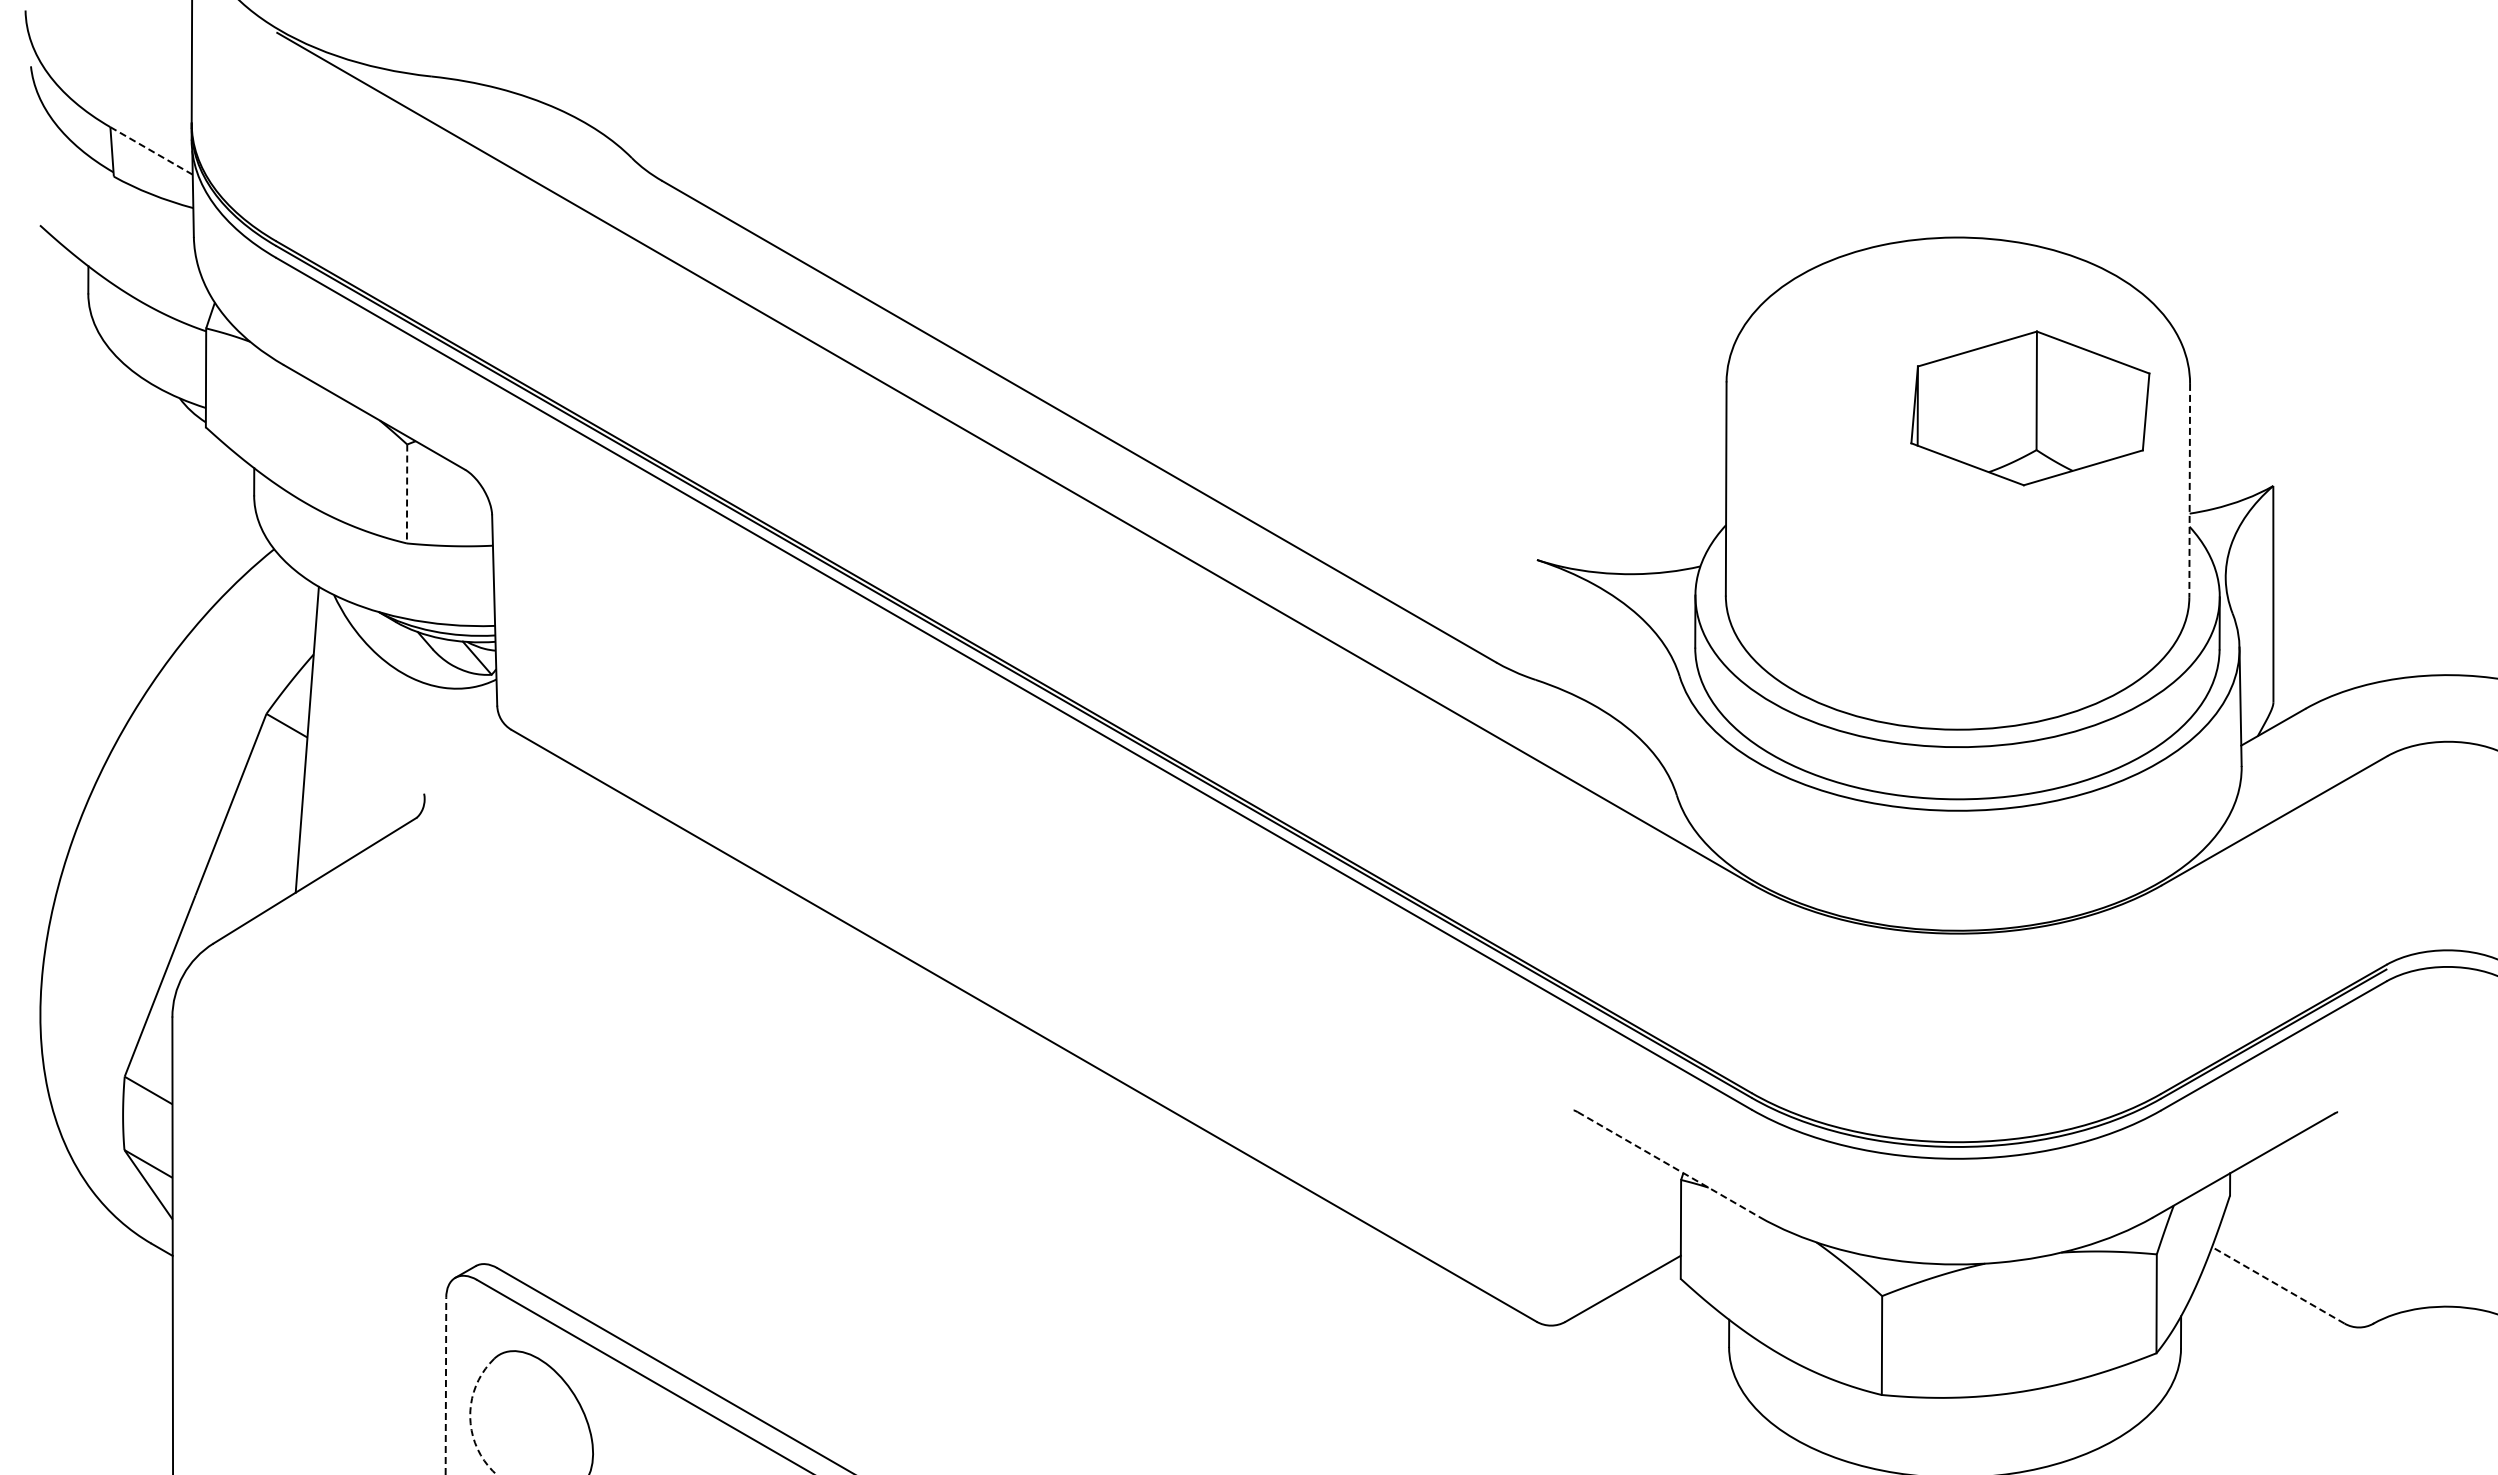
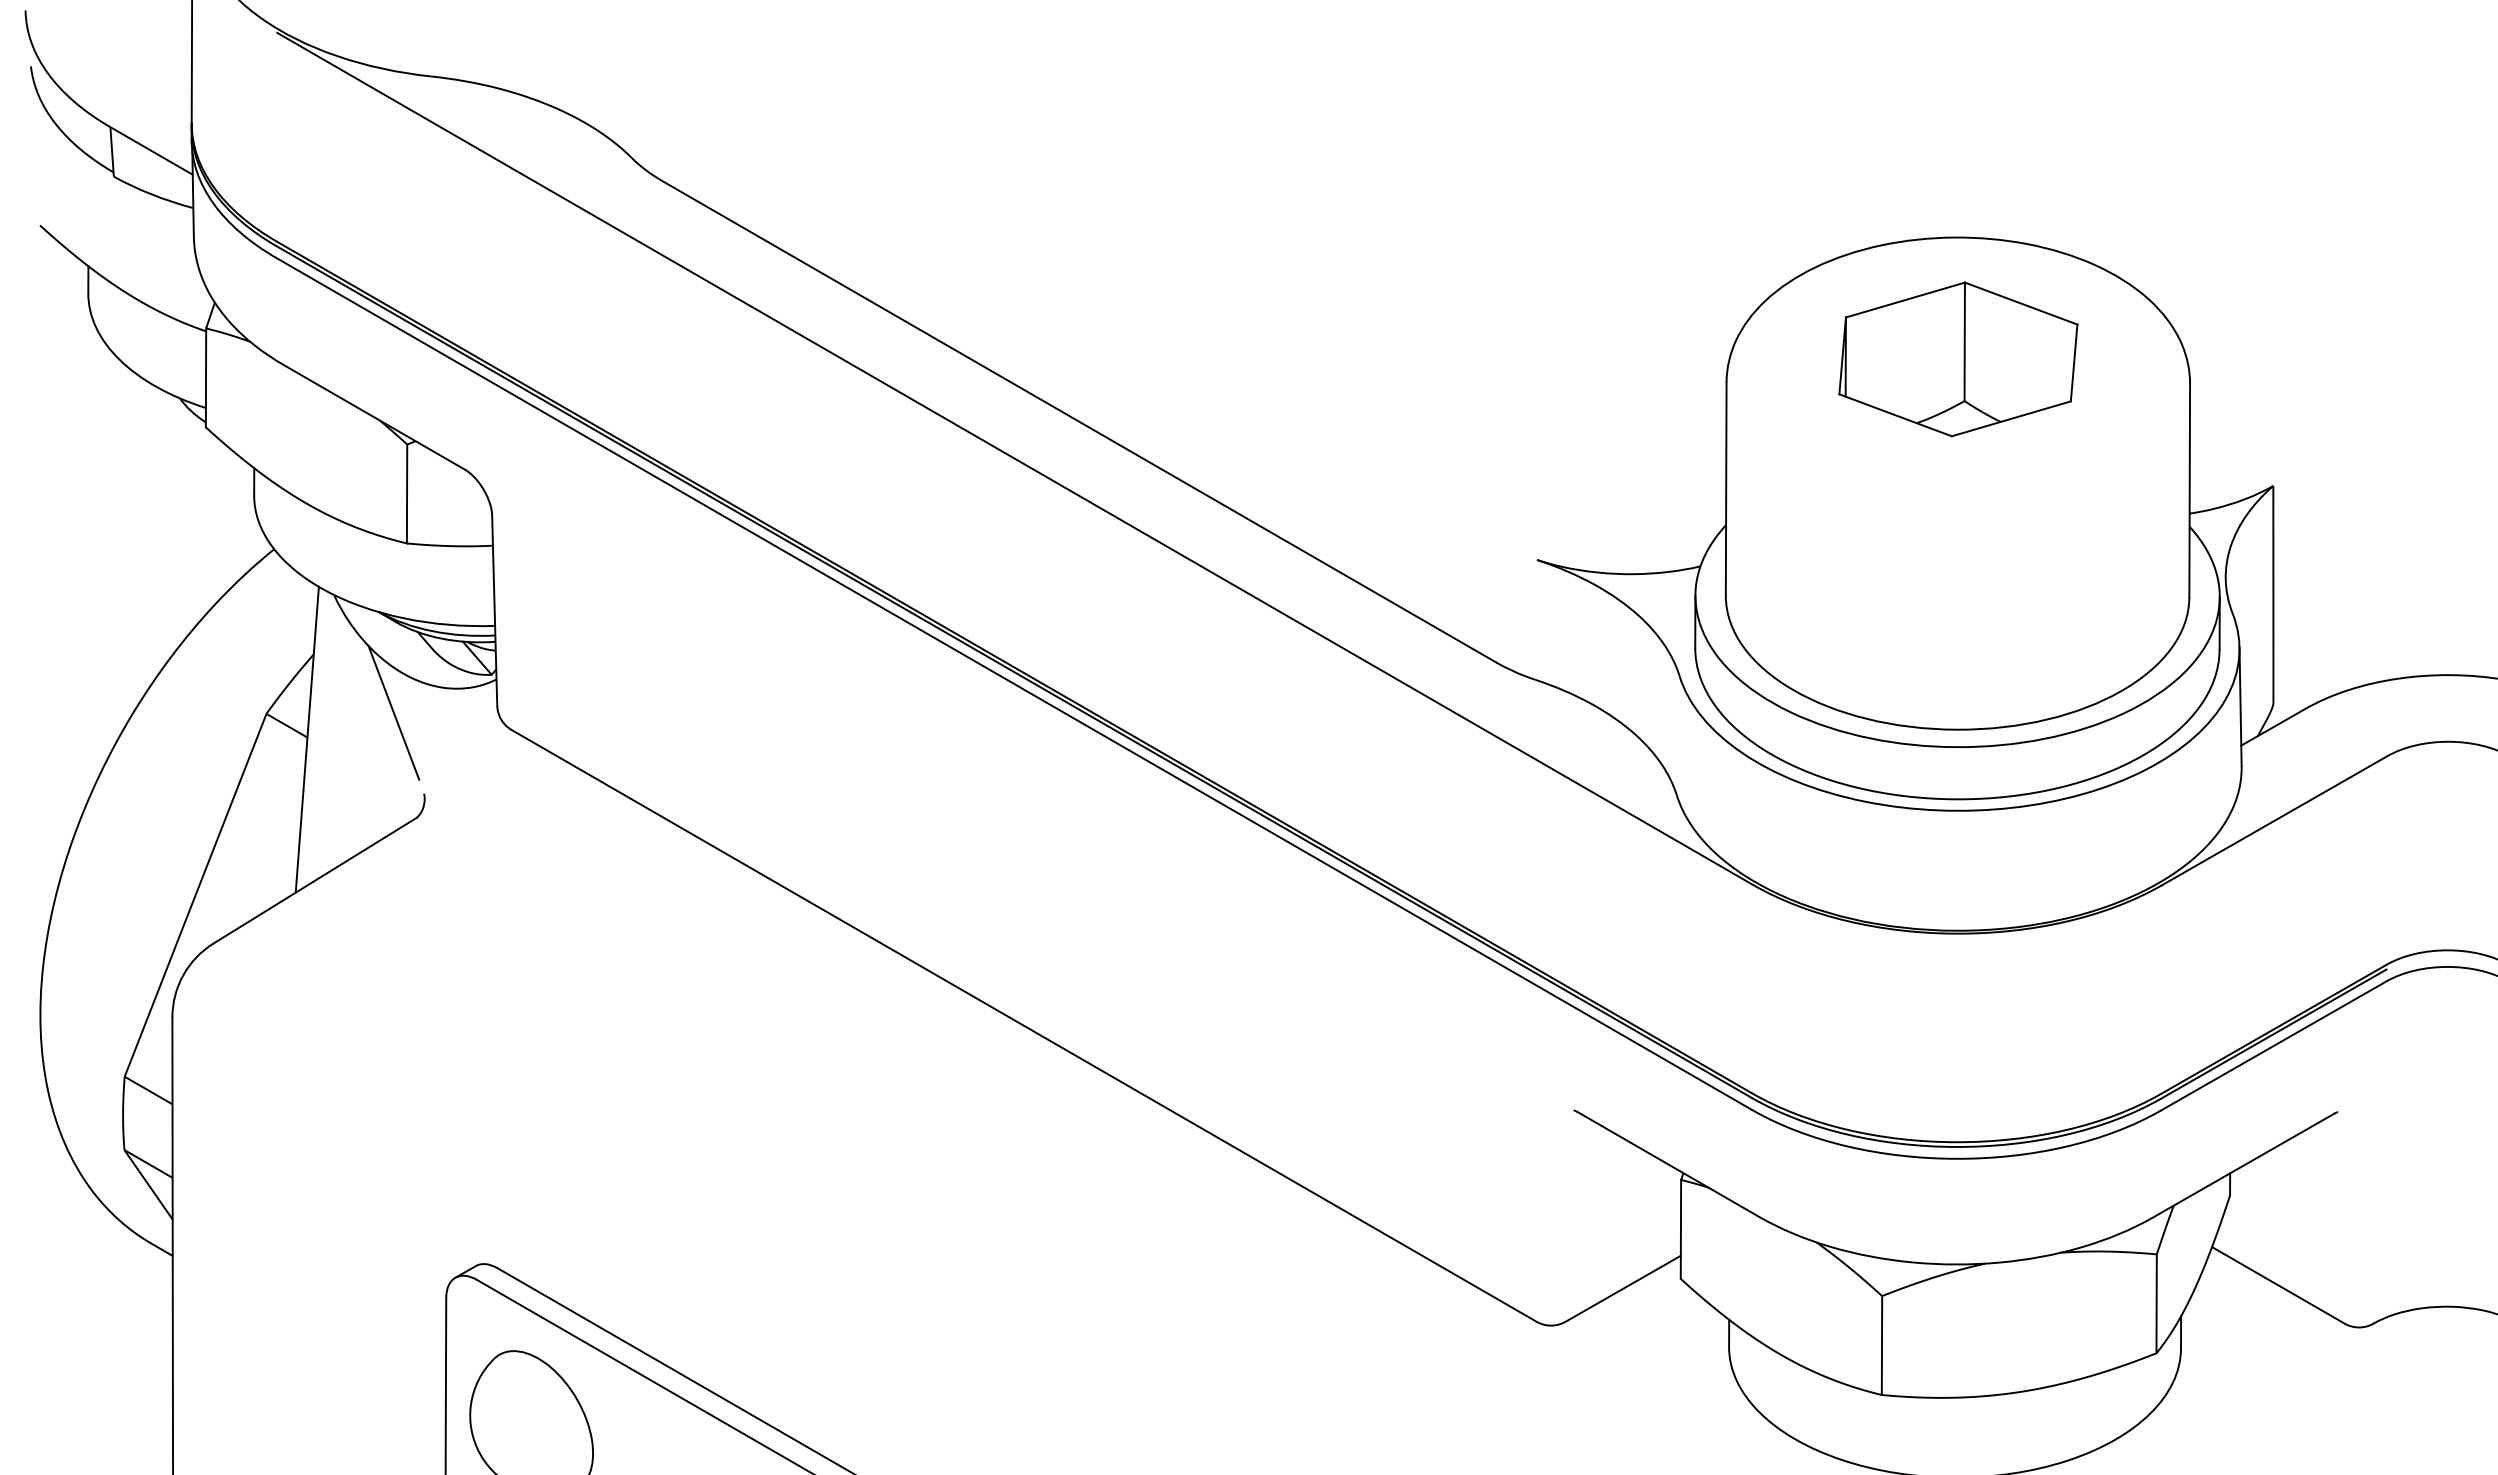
line at (151, 150): dashed -> solid
part at (2030, 408) position: (2030, 408) -> (1958, 359)
line at (2189, 490): dashed -> solid
line at (407, 494): dashed -> solid
line at (393, 712): none -> present
line at (1668, 1164): dashed -> solid
line at (2278, 1285): dashed -> solid
line at (445, 1385): dashed -> solid
arc at (470, 1417): dashed -> solid
